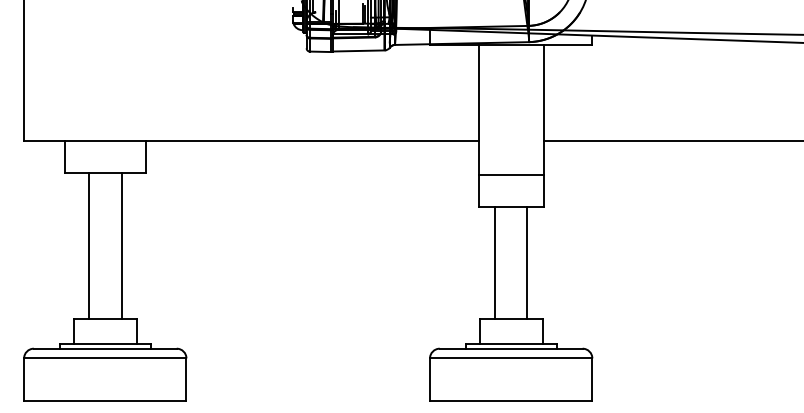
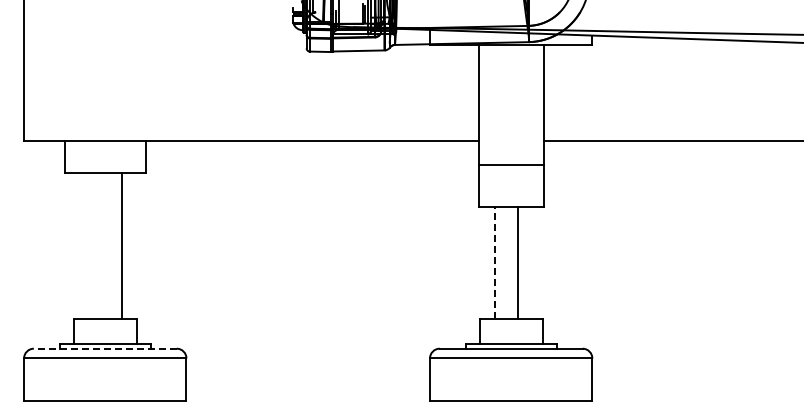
line at (510, 174) position: (510, 174) -> (510, 164)
line at (89, 246): present -> none
line at (494, 262): solid -> dashed
line at (527, 263) position: (527, 263) -> (518, 263)
line at (104, 348): solid -> dashed
